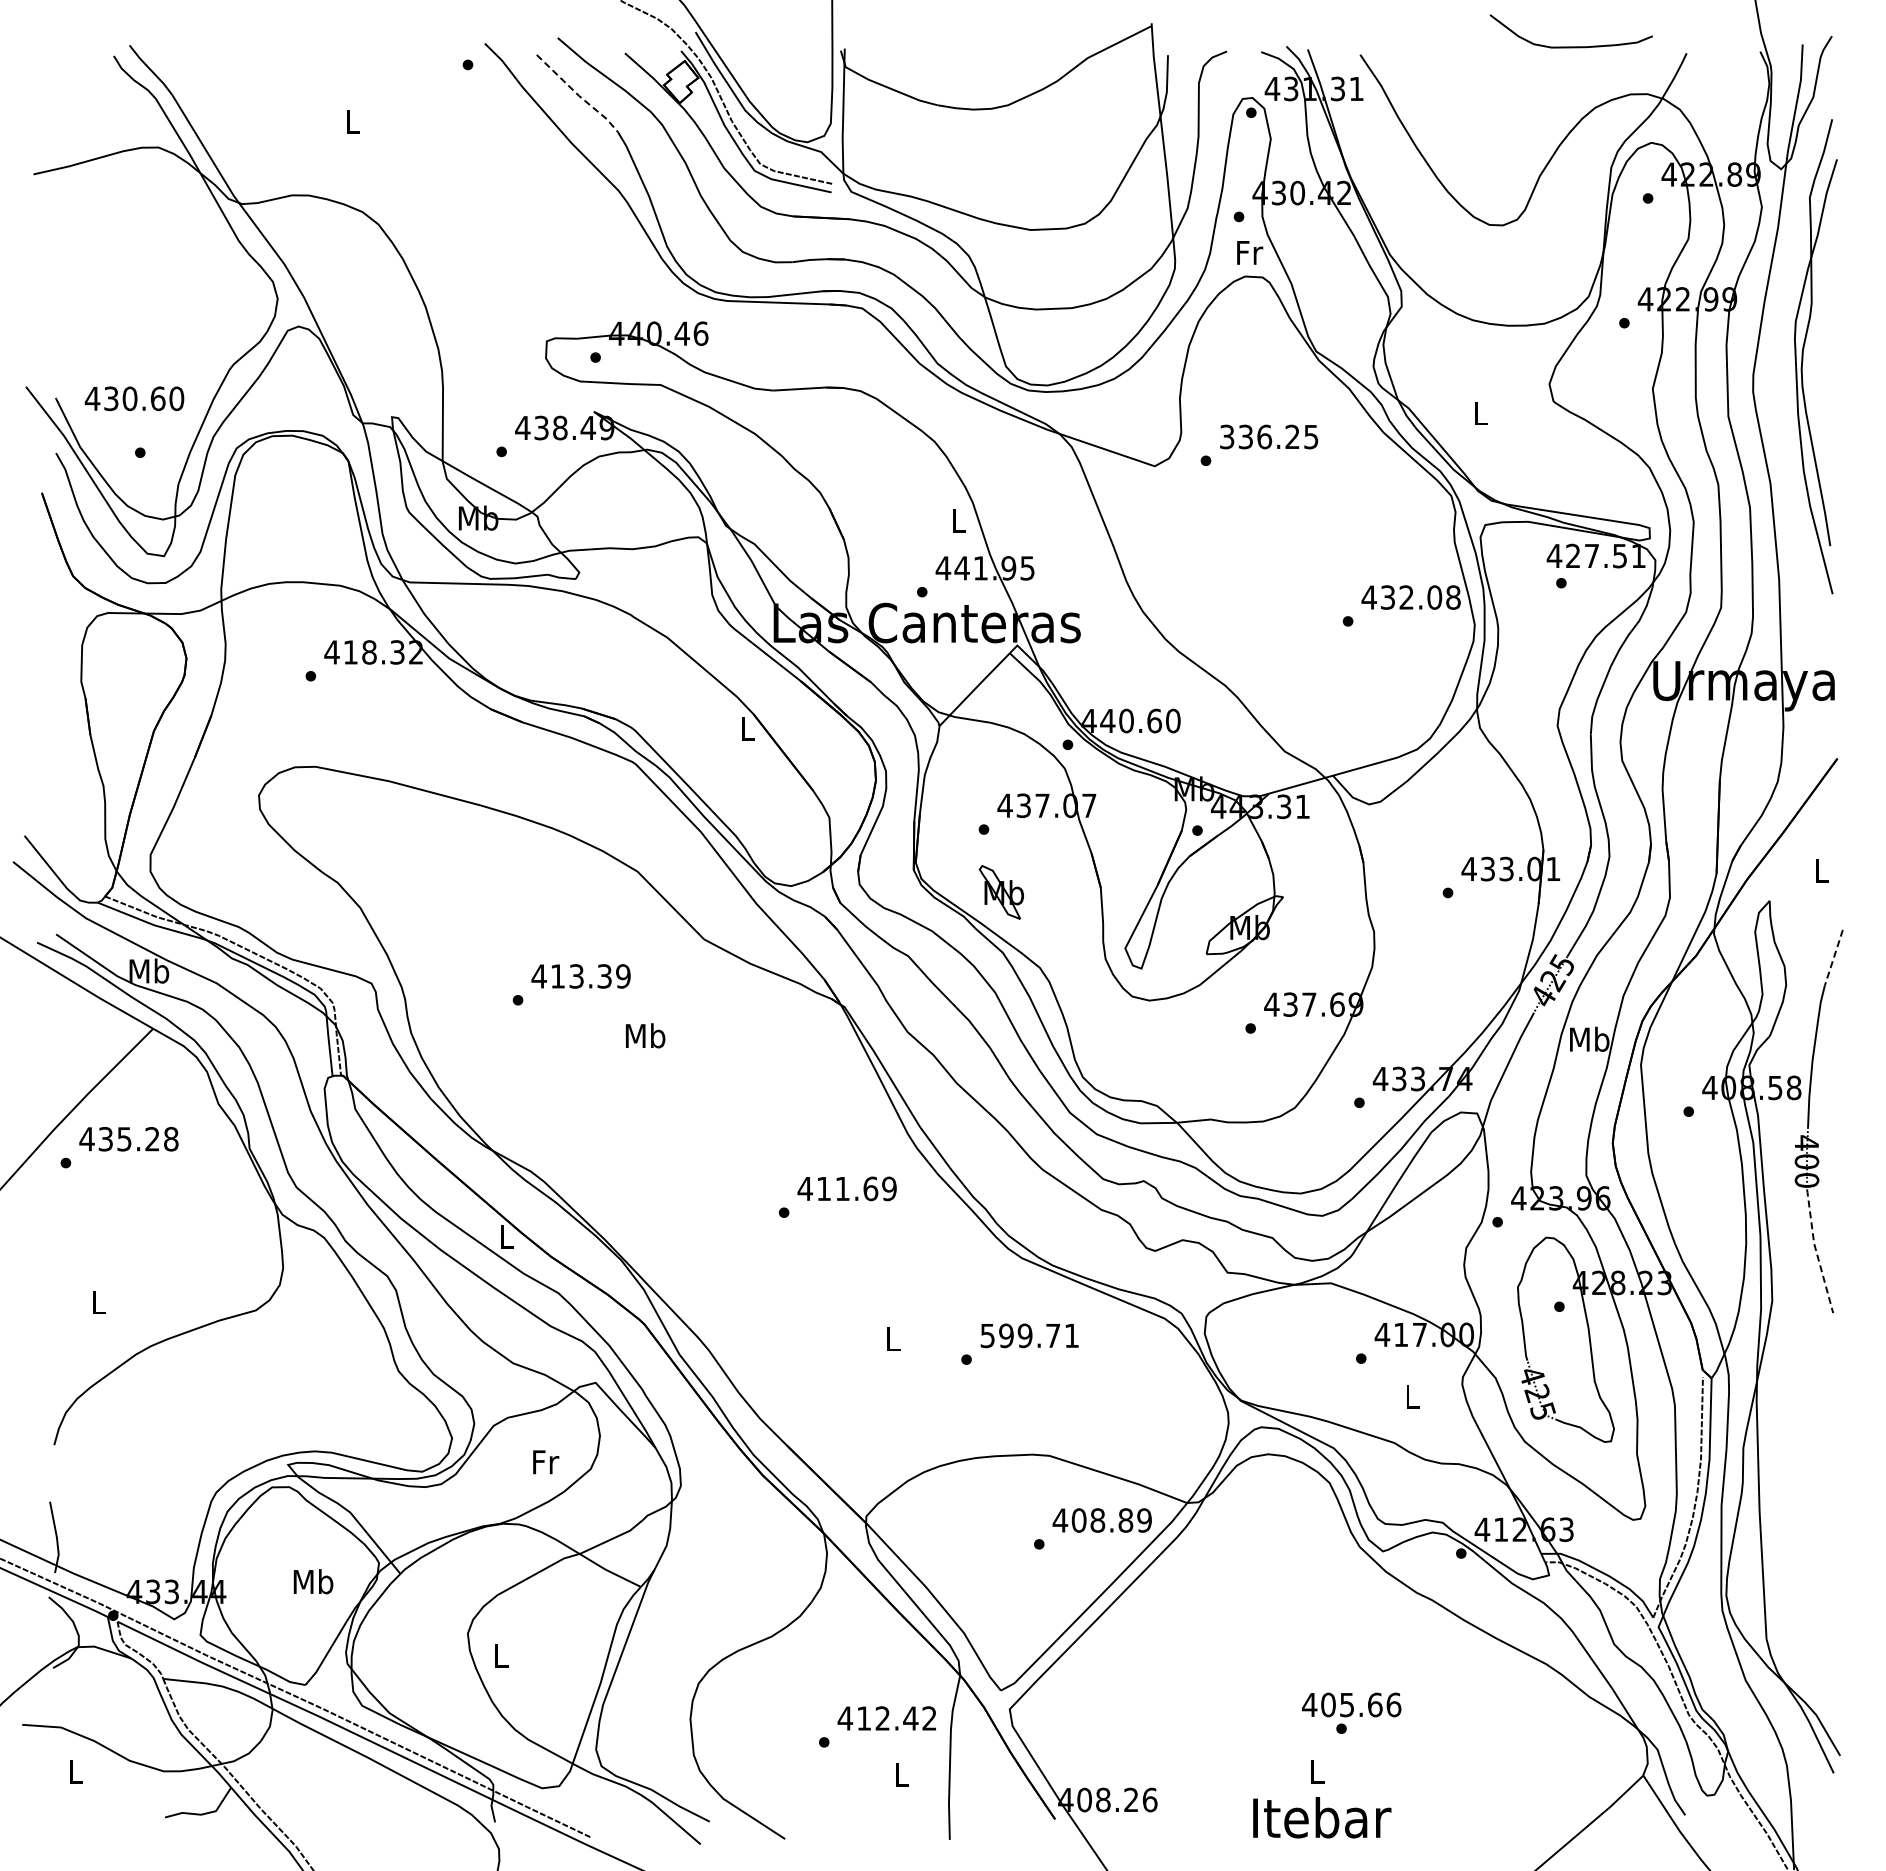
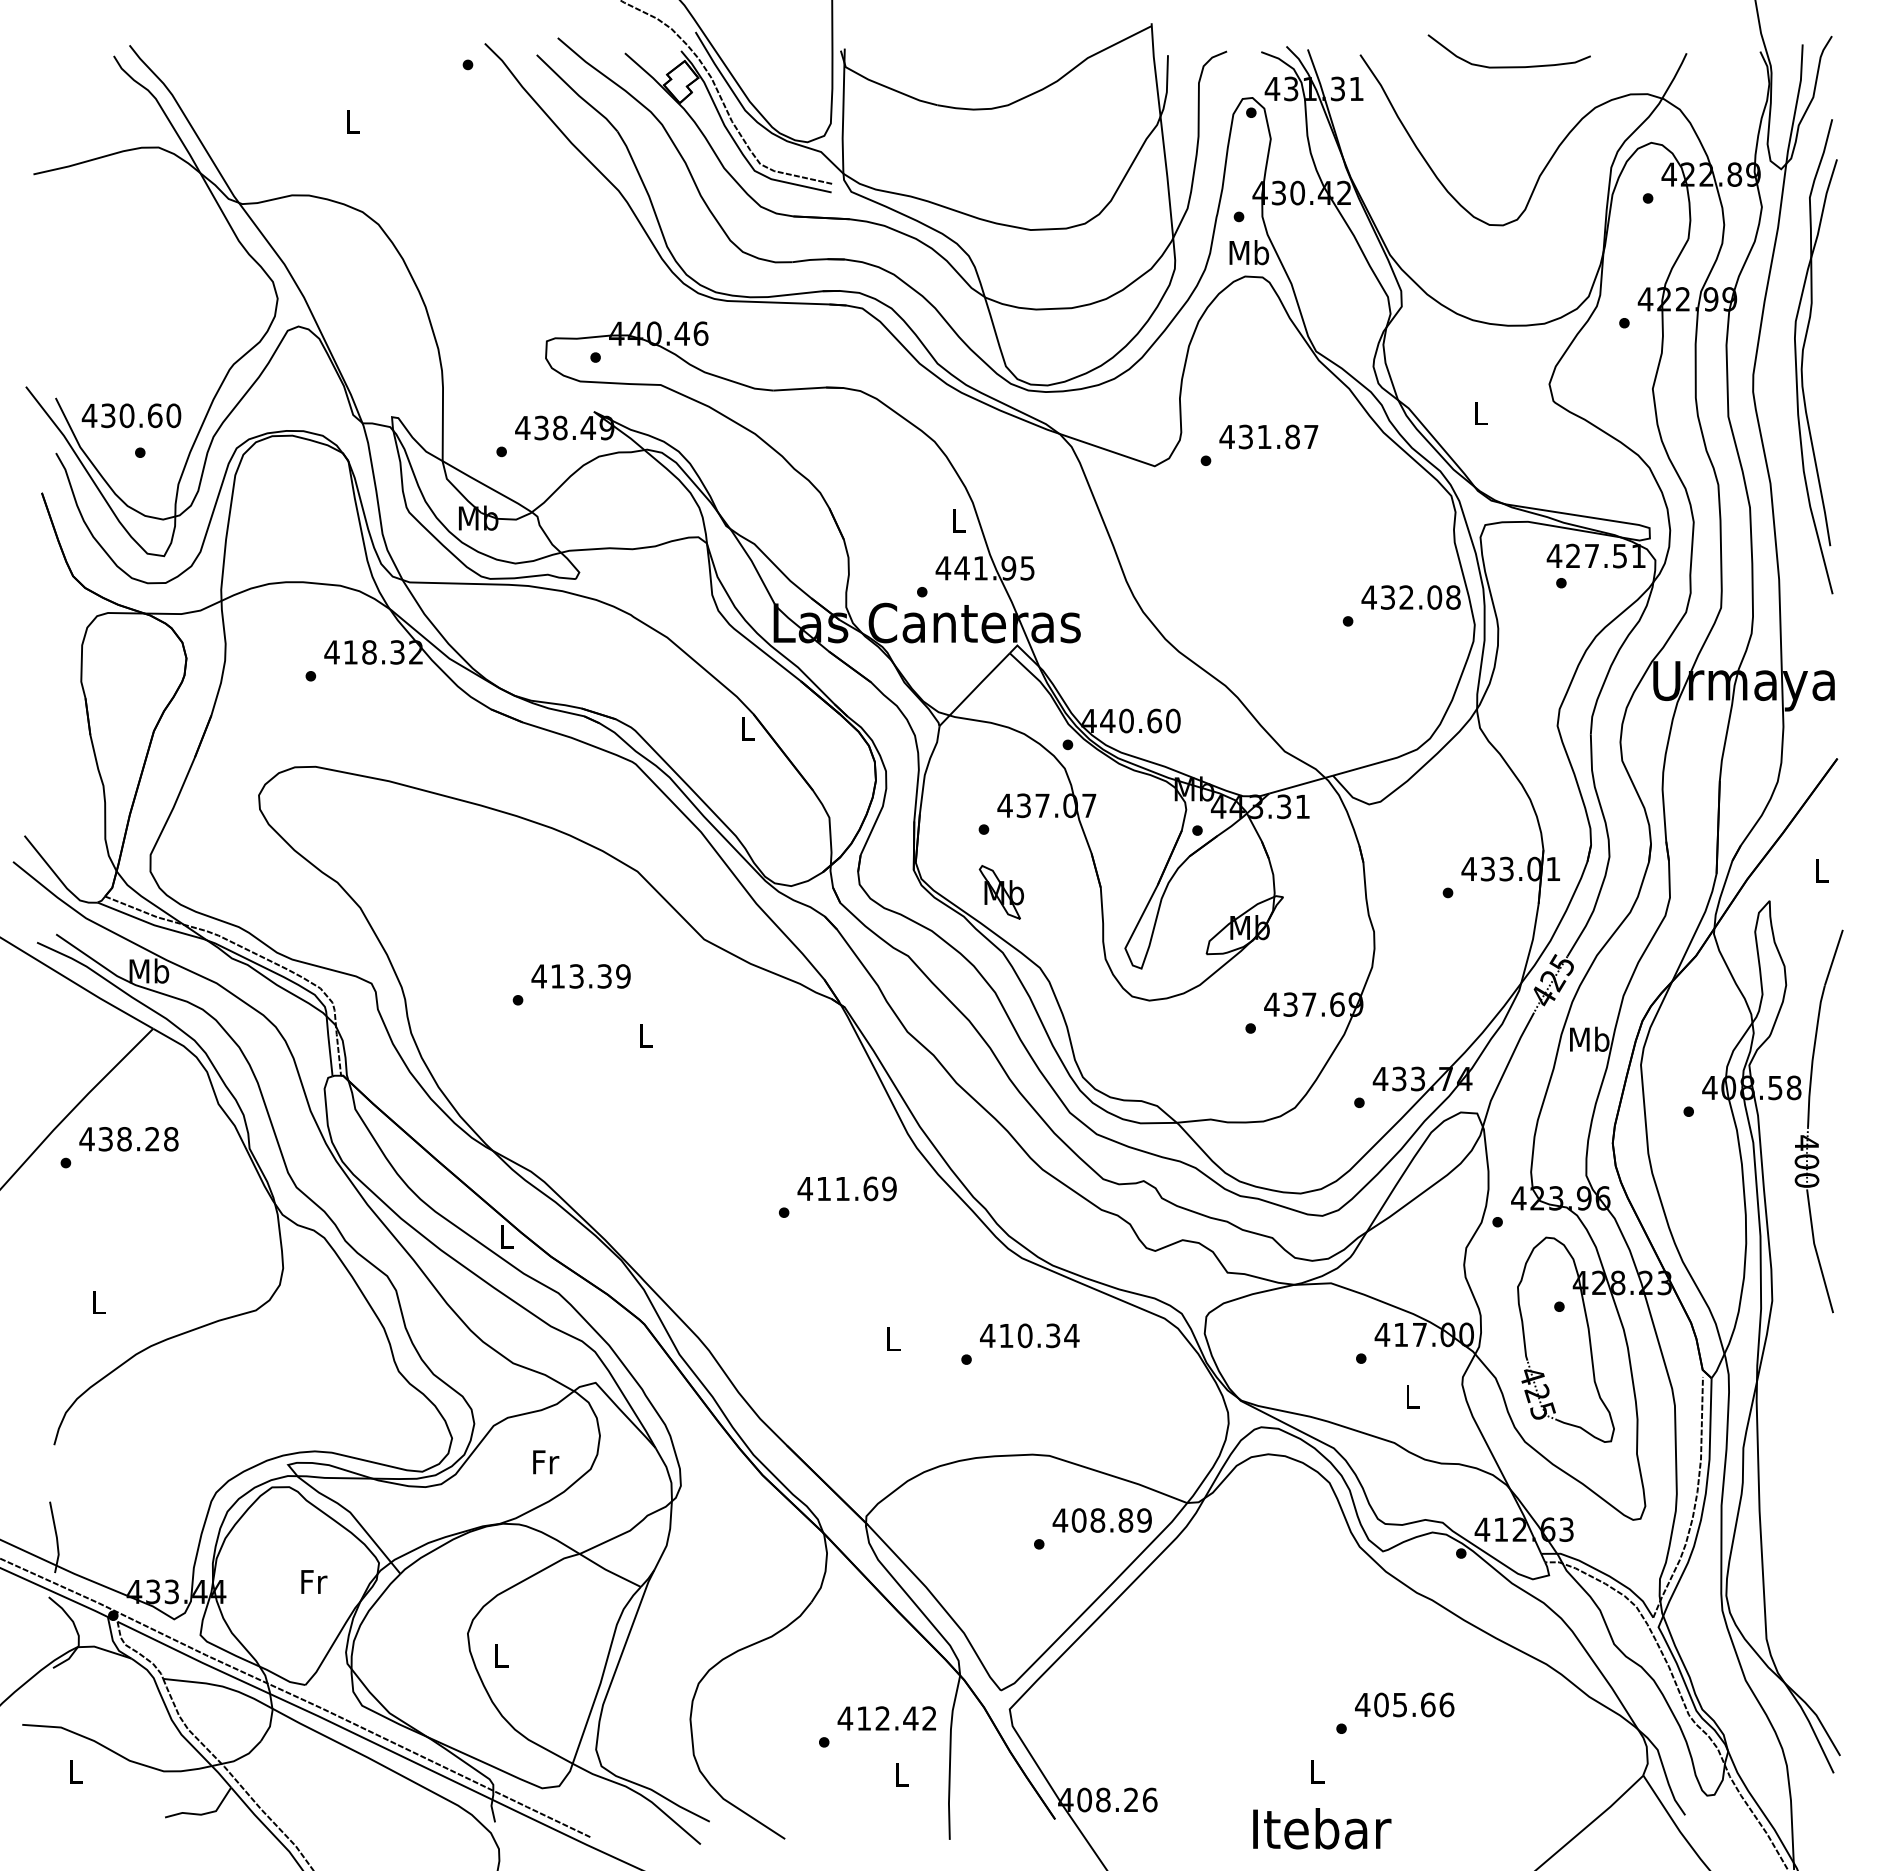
curve at (1570, 46) position: (1570, 46) -> (1508, 66)
line at (578, 95): dashed -> solid
text at (1249, 252): Fr -> Mb
text at (134, 398) position: (134, 398) -> (131, 415)
text at (1268, 436): 336.25 -> 431.87
line at (1833, 958): dashed -> solid
text at (645, 1035): Mb -> L
text at (124, 1139): 435.28 -> 438.28
line at (1816, 1251): dashed -> solid
text at (1029, 1335): 599.71 -> 410.34
text at (313, 1581): Mb -> Fr
text at (1351, 1704) position: (1351, 1704) -> (1404, 1704)
text at (1322, 1817) position: (1322, 1817) -> (1322, 1828)
